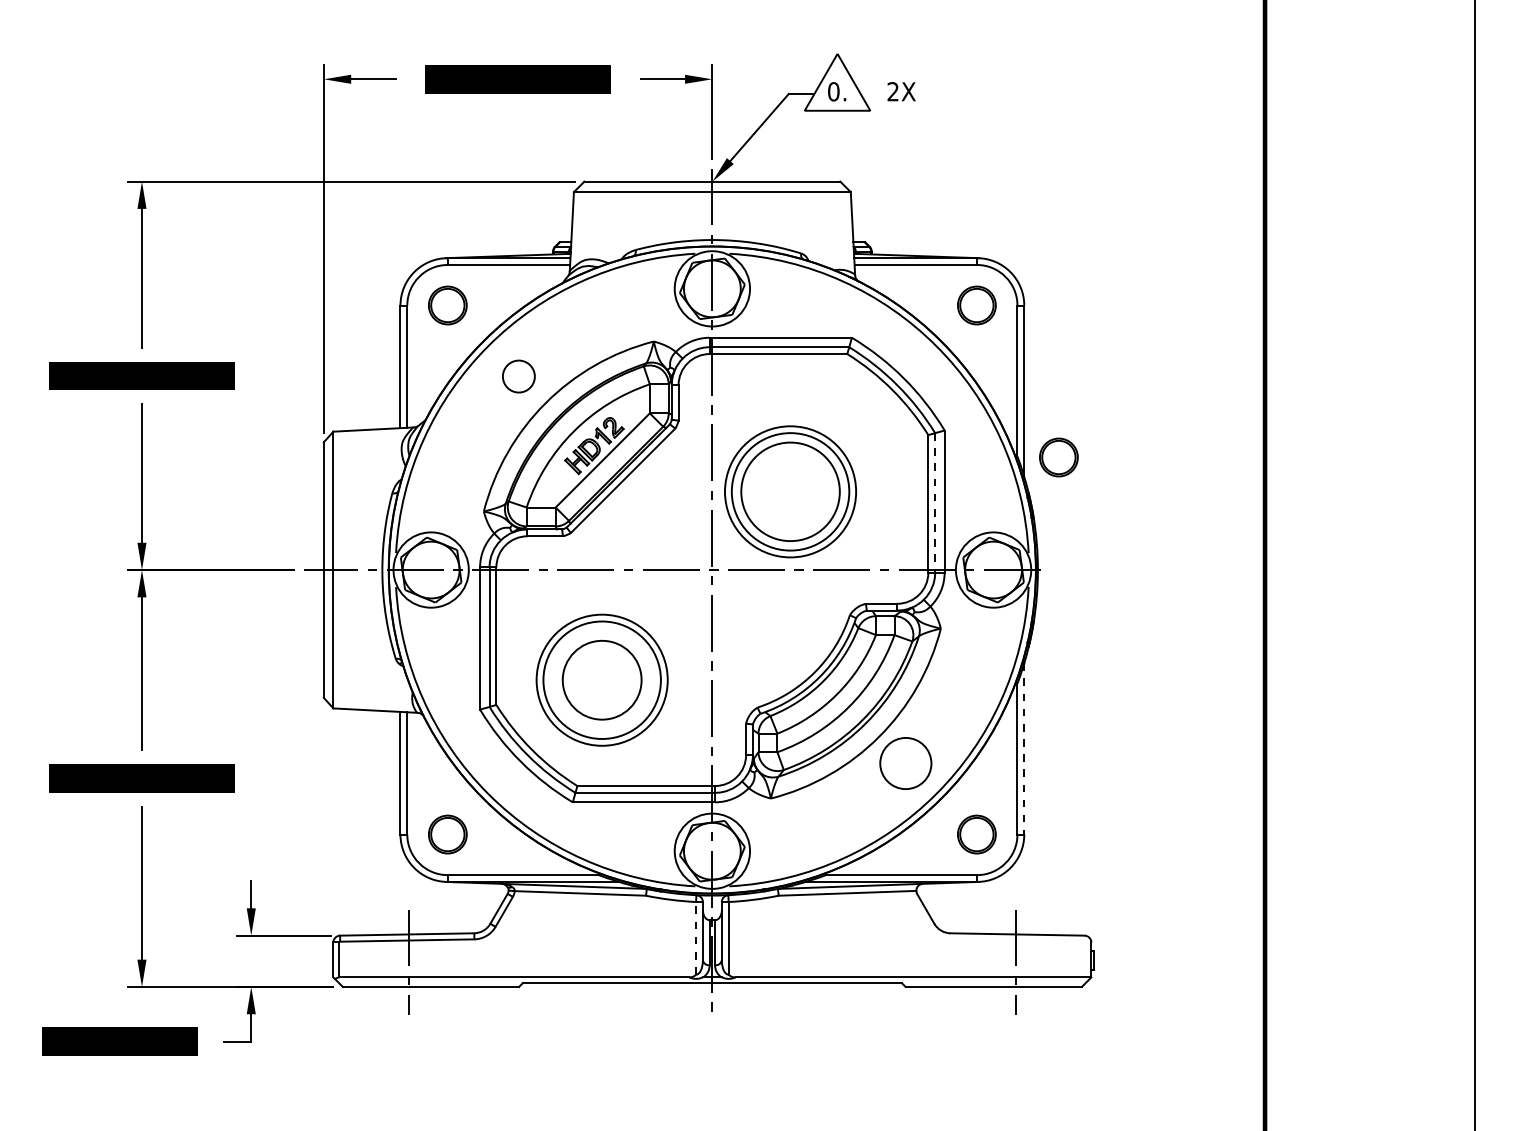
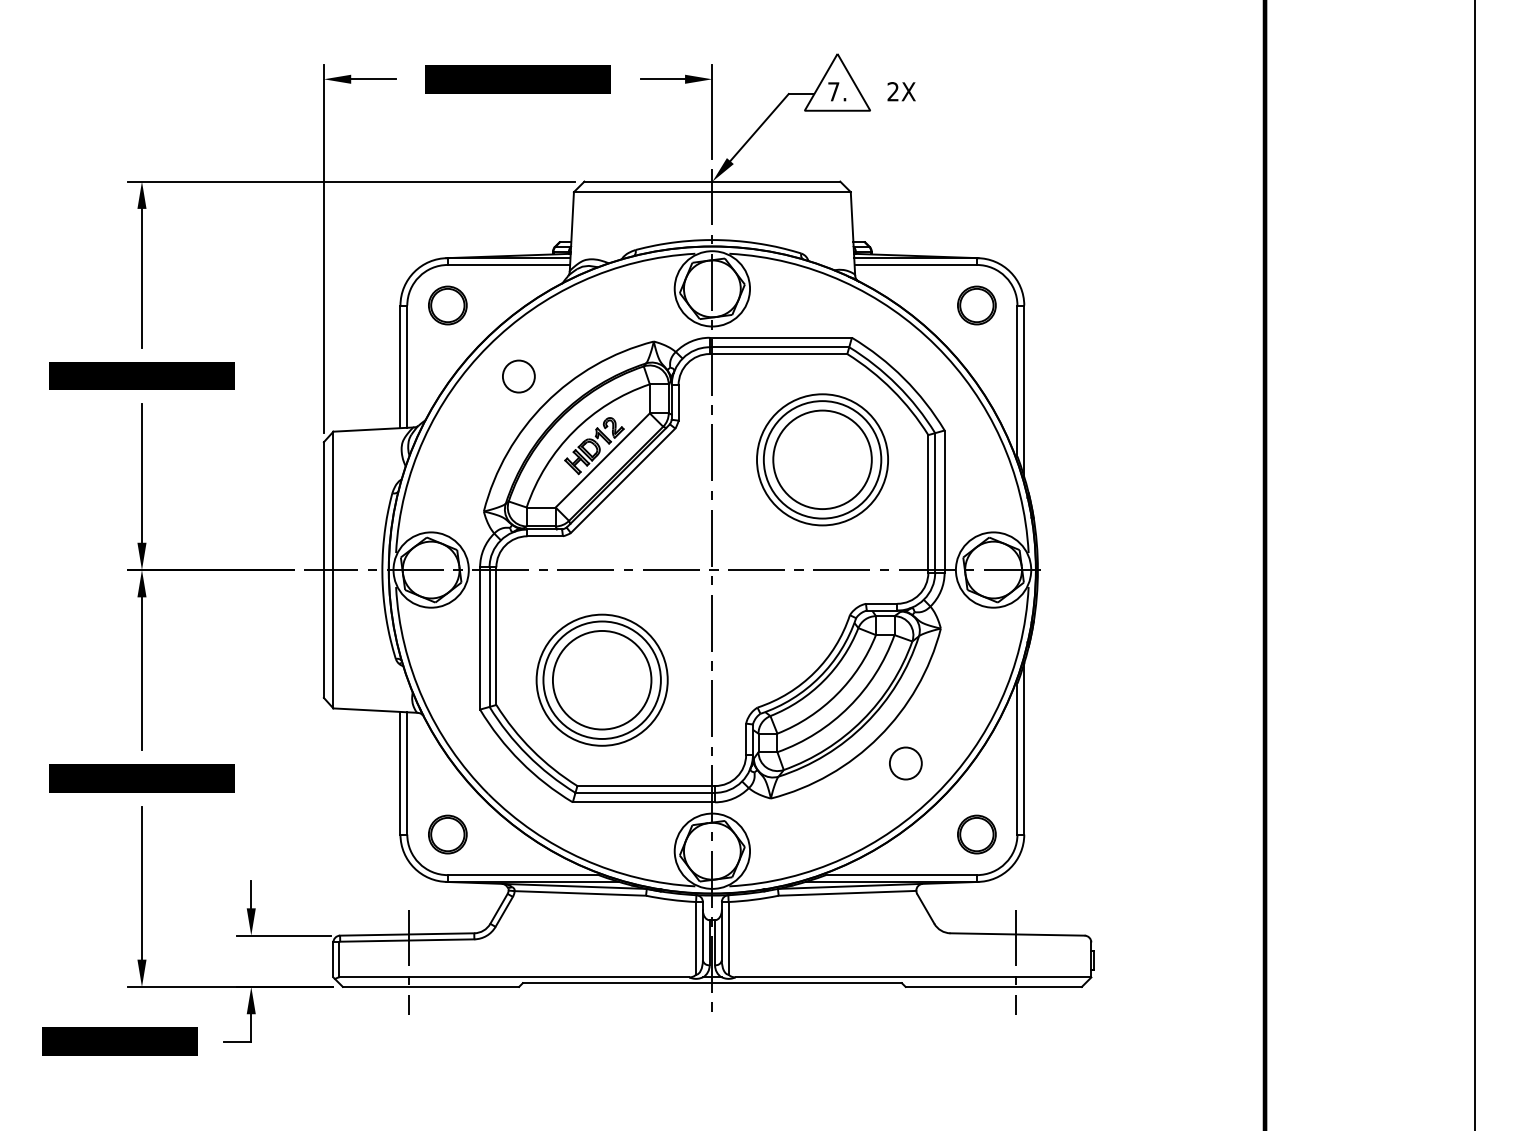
text at (833, 91): 0. -> 7.
part at (1058, 457): present -> none
part at (790, 491) position: (790, 491) -> (822, 459)
line at (935, 502): dashed -> solid
circle at (601, 679) diameter: 79 px -> 99 px
line at (1024, 748): dashed -> solid
circle at (905, 763) diameter: 51 px -> 32 px
line at (696, 937): dashed -> solid
